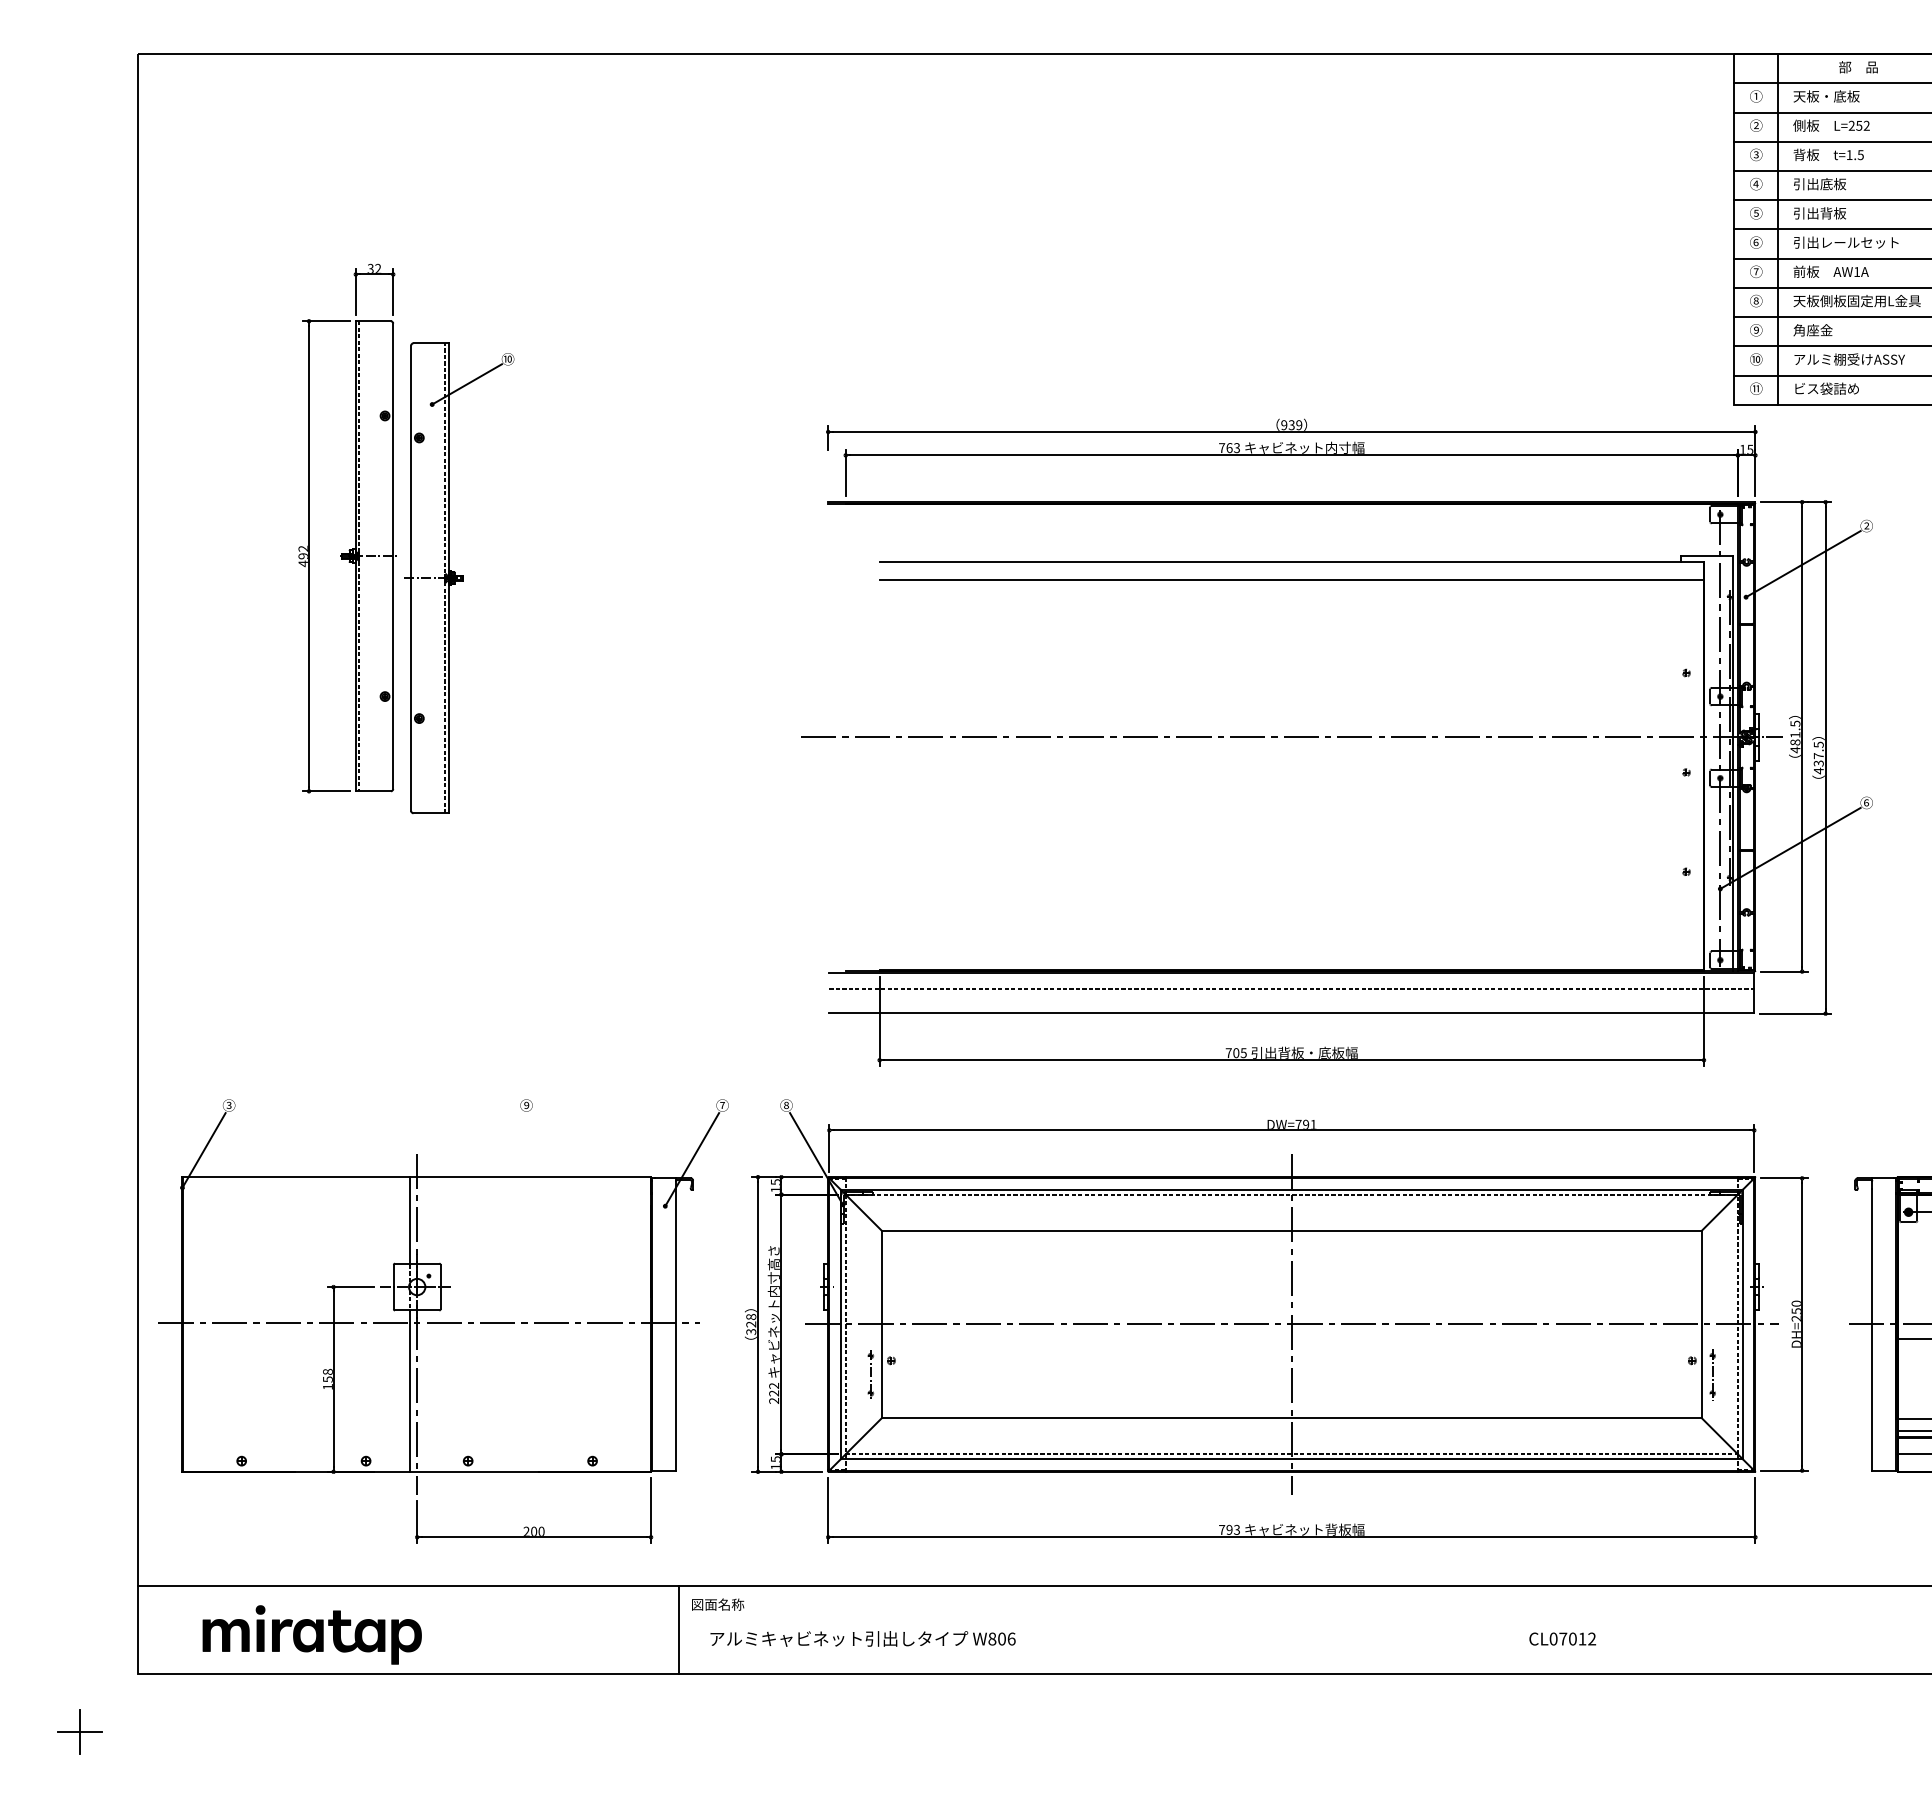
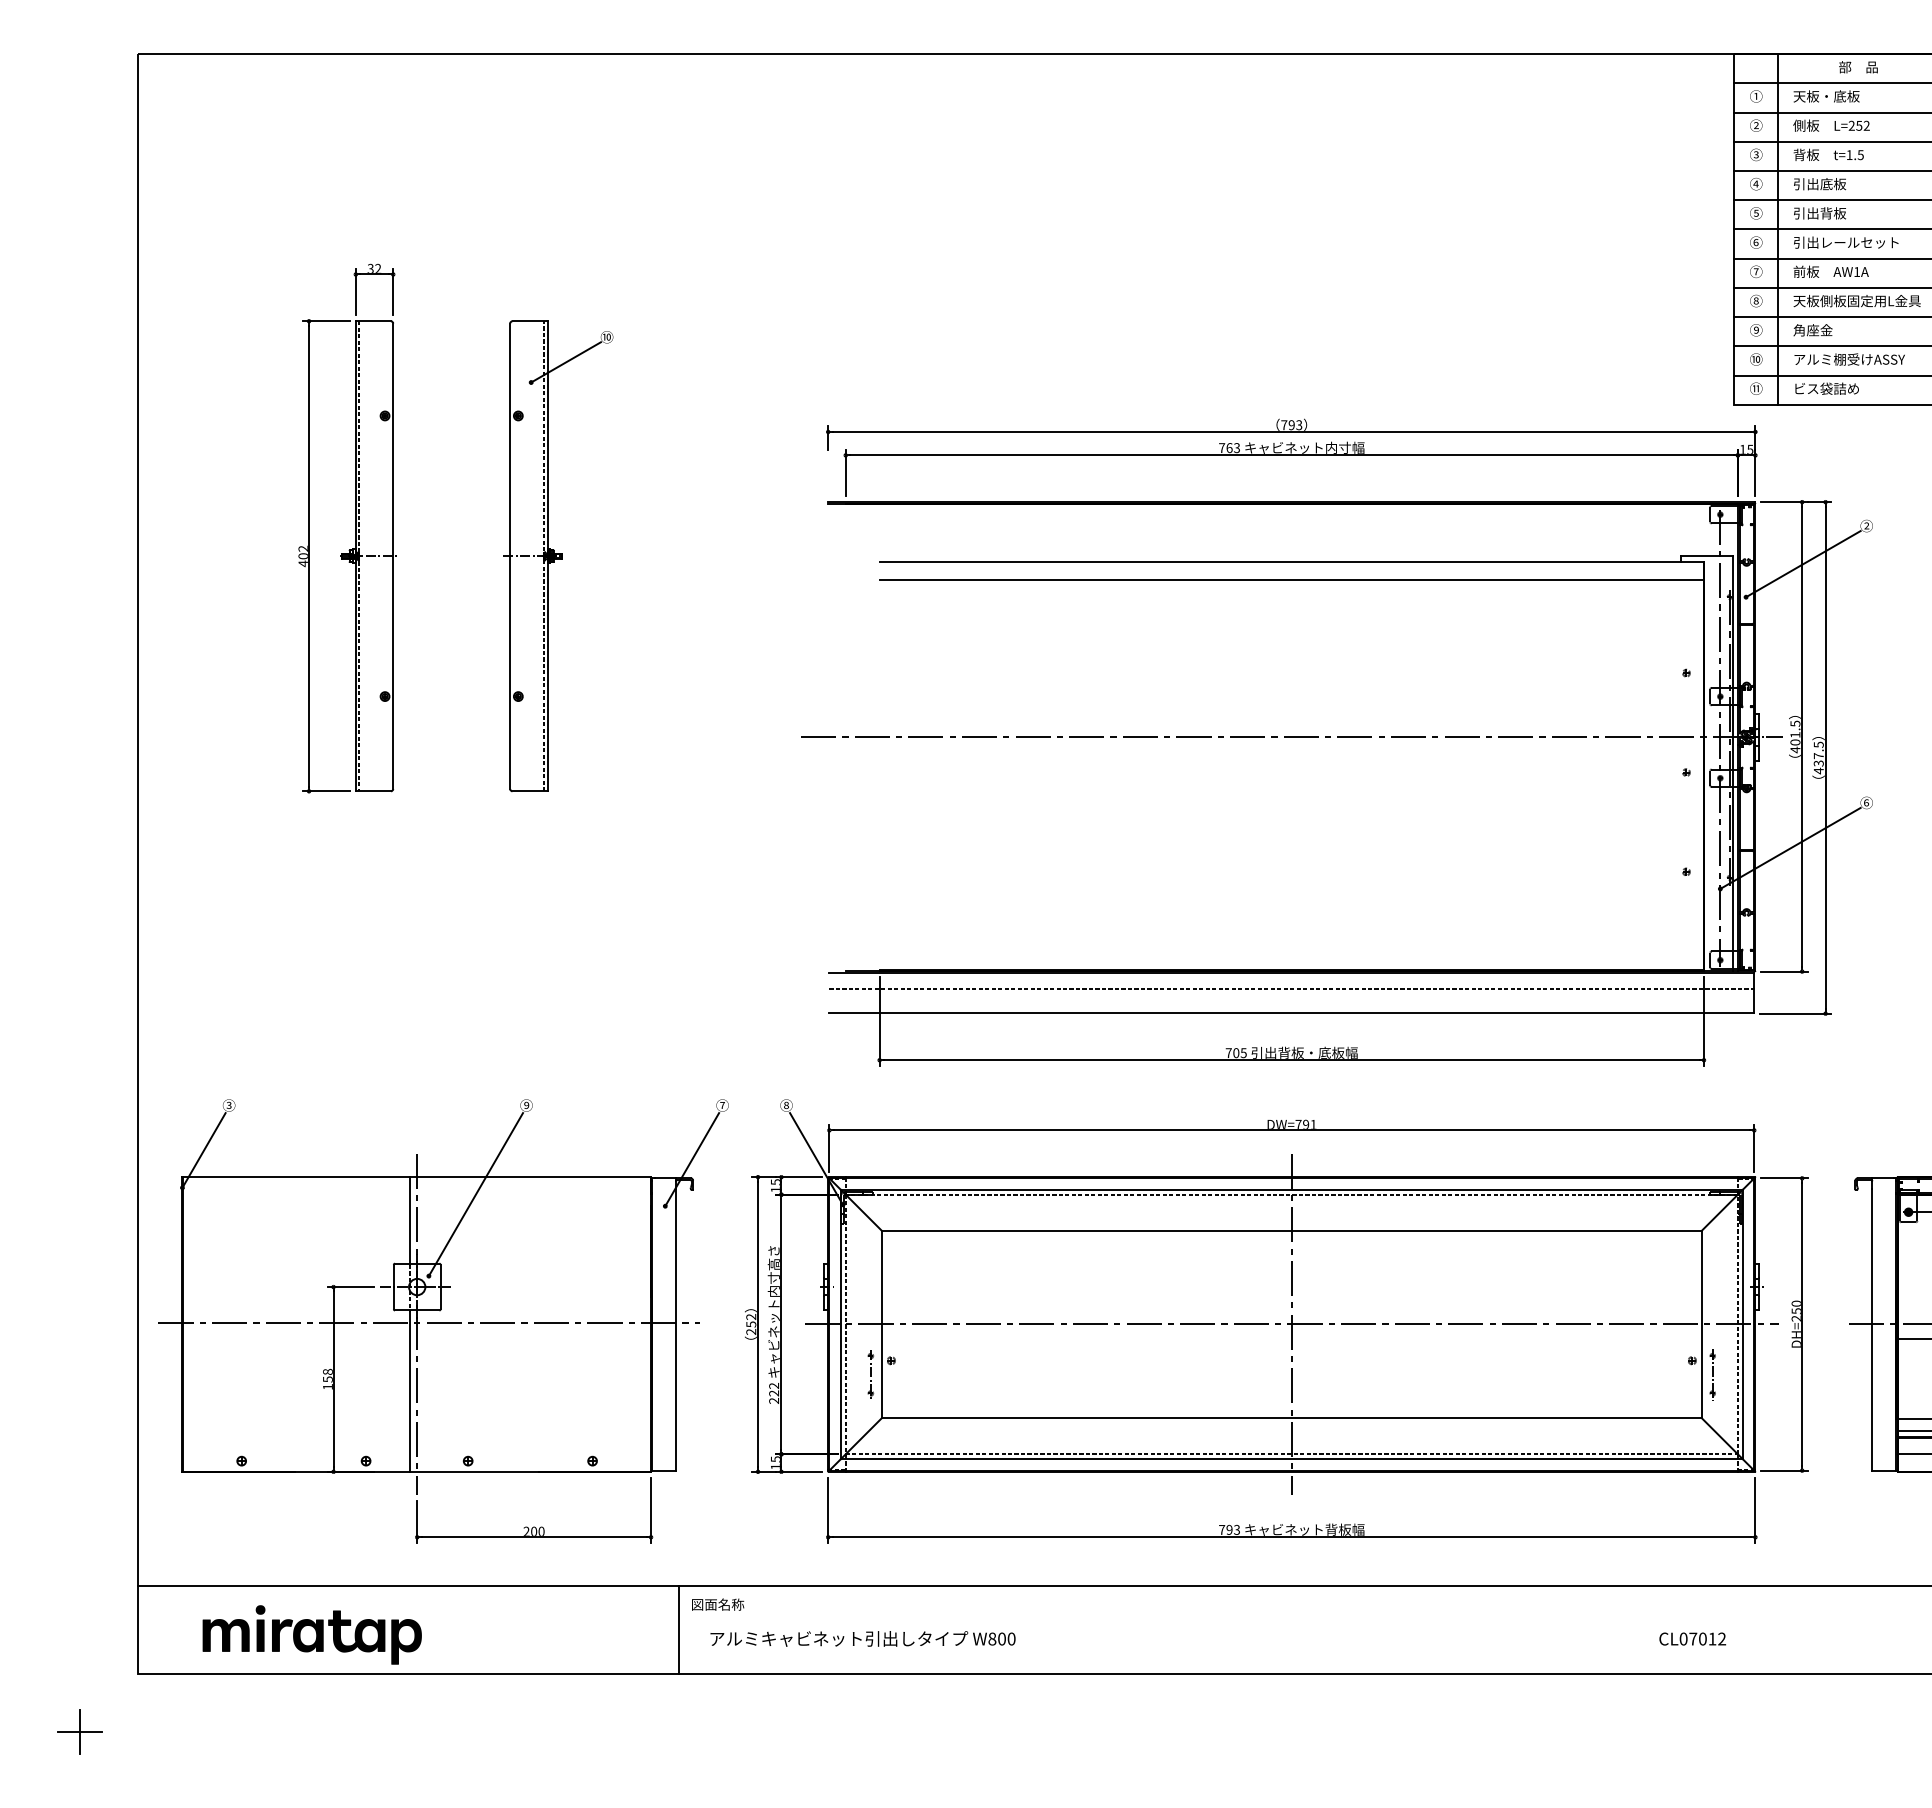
text at (1291, 425): 939 -> 793
text at (302, 556): 492 -> 402
part at (459, 578) position: (459, 578) -> (558, 556)
text at (1795, 742): 481.5 -> 401.5
line at (475, 1194): none -> present
text at (751, 1324): 328 -> 252
text at (1011, 1638): W806 -> W800
text at (1562, 1638) position: (1562, 1638) -> (1692, 1638)
